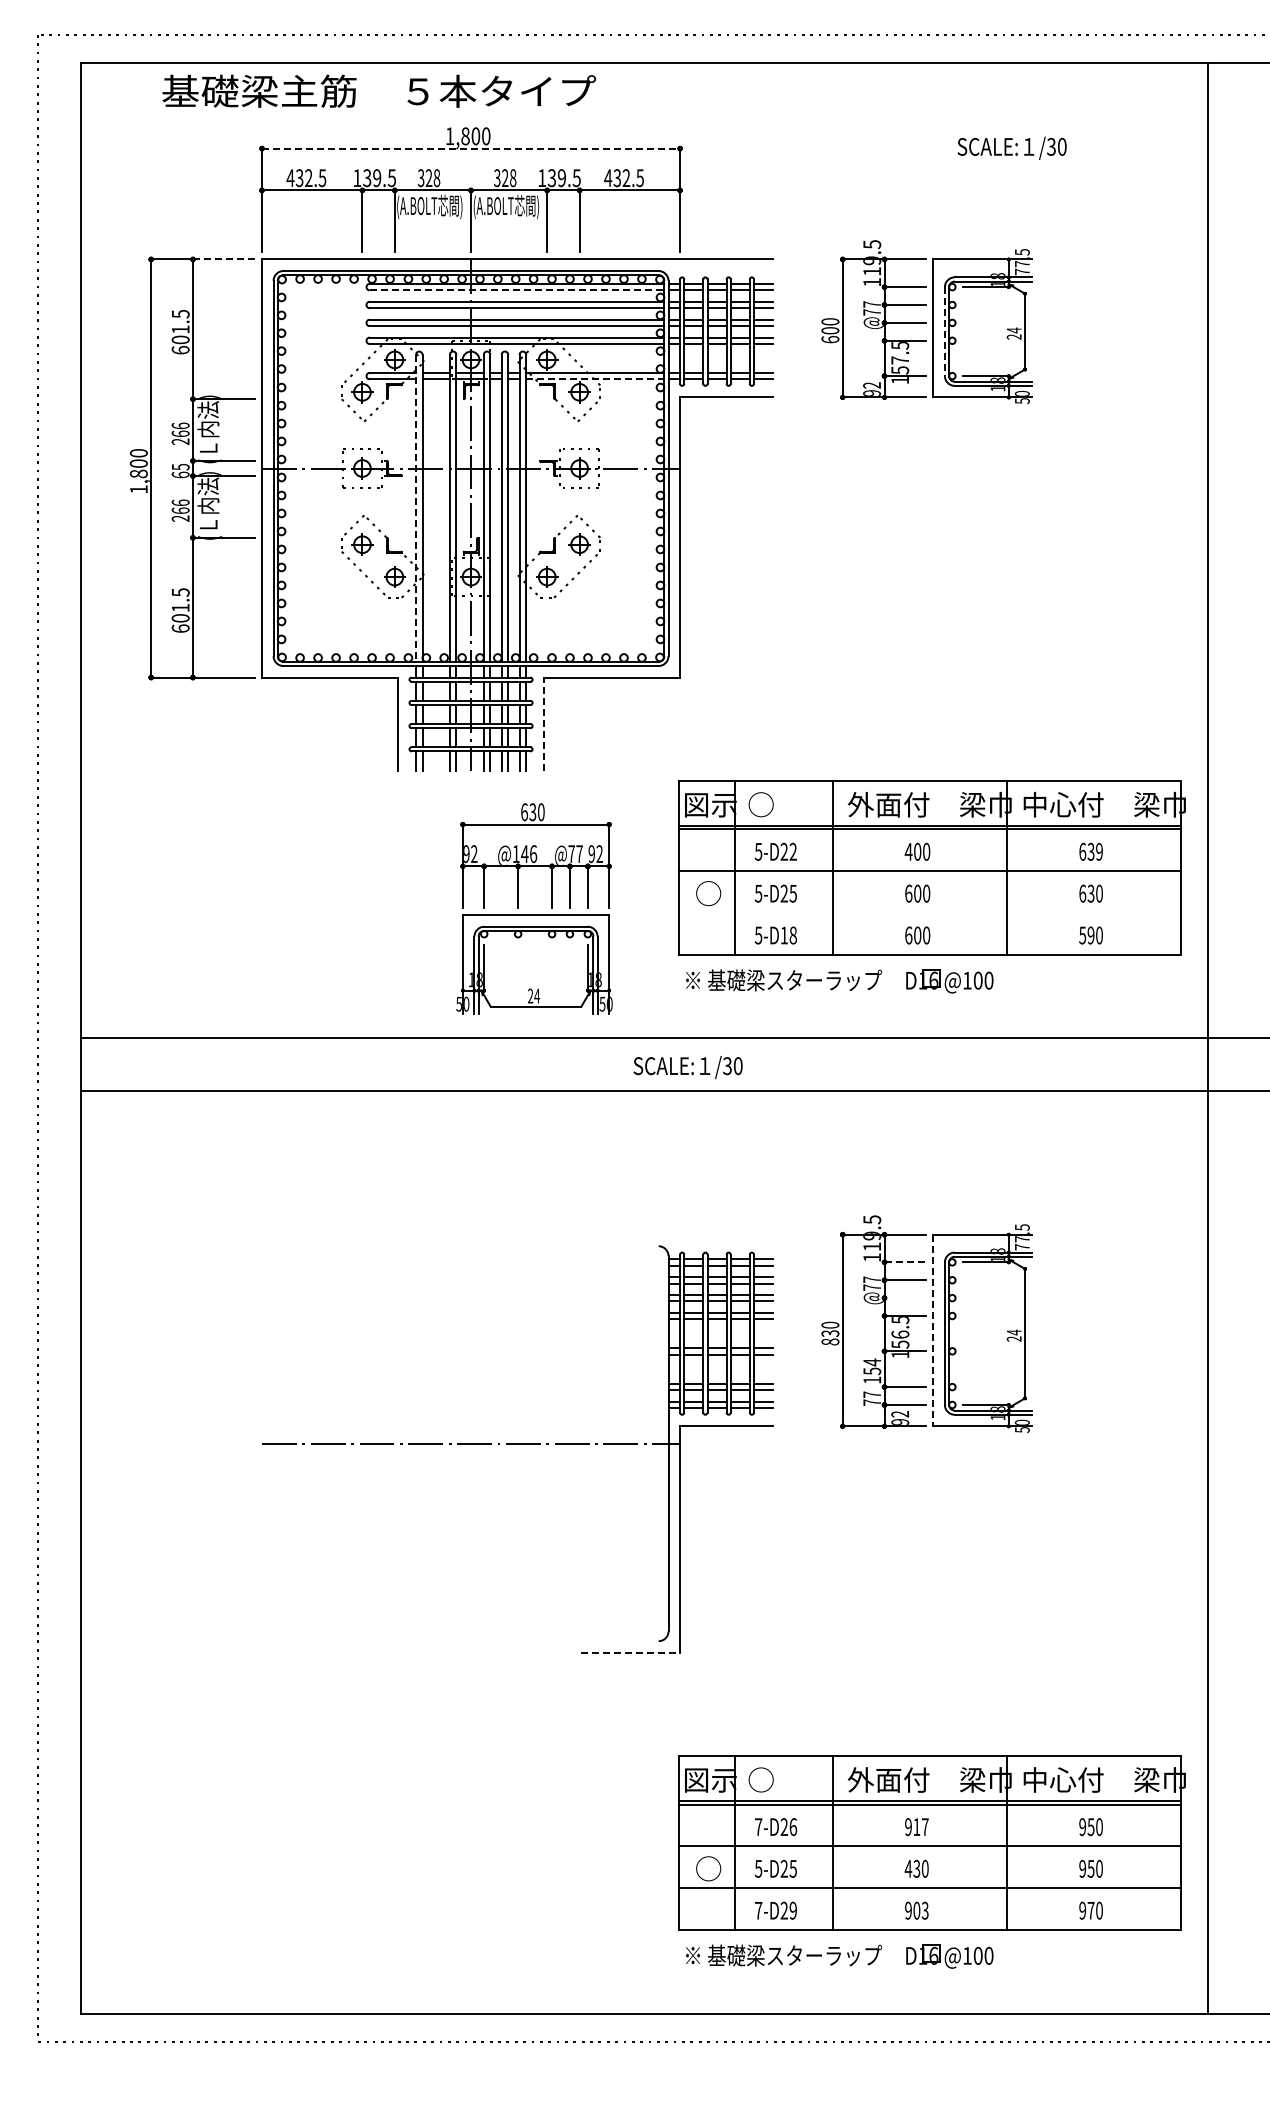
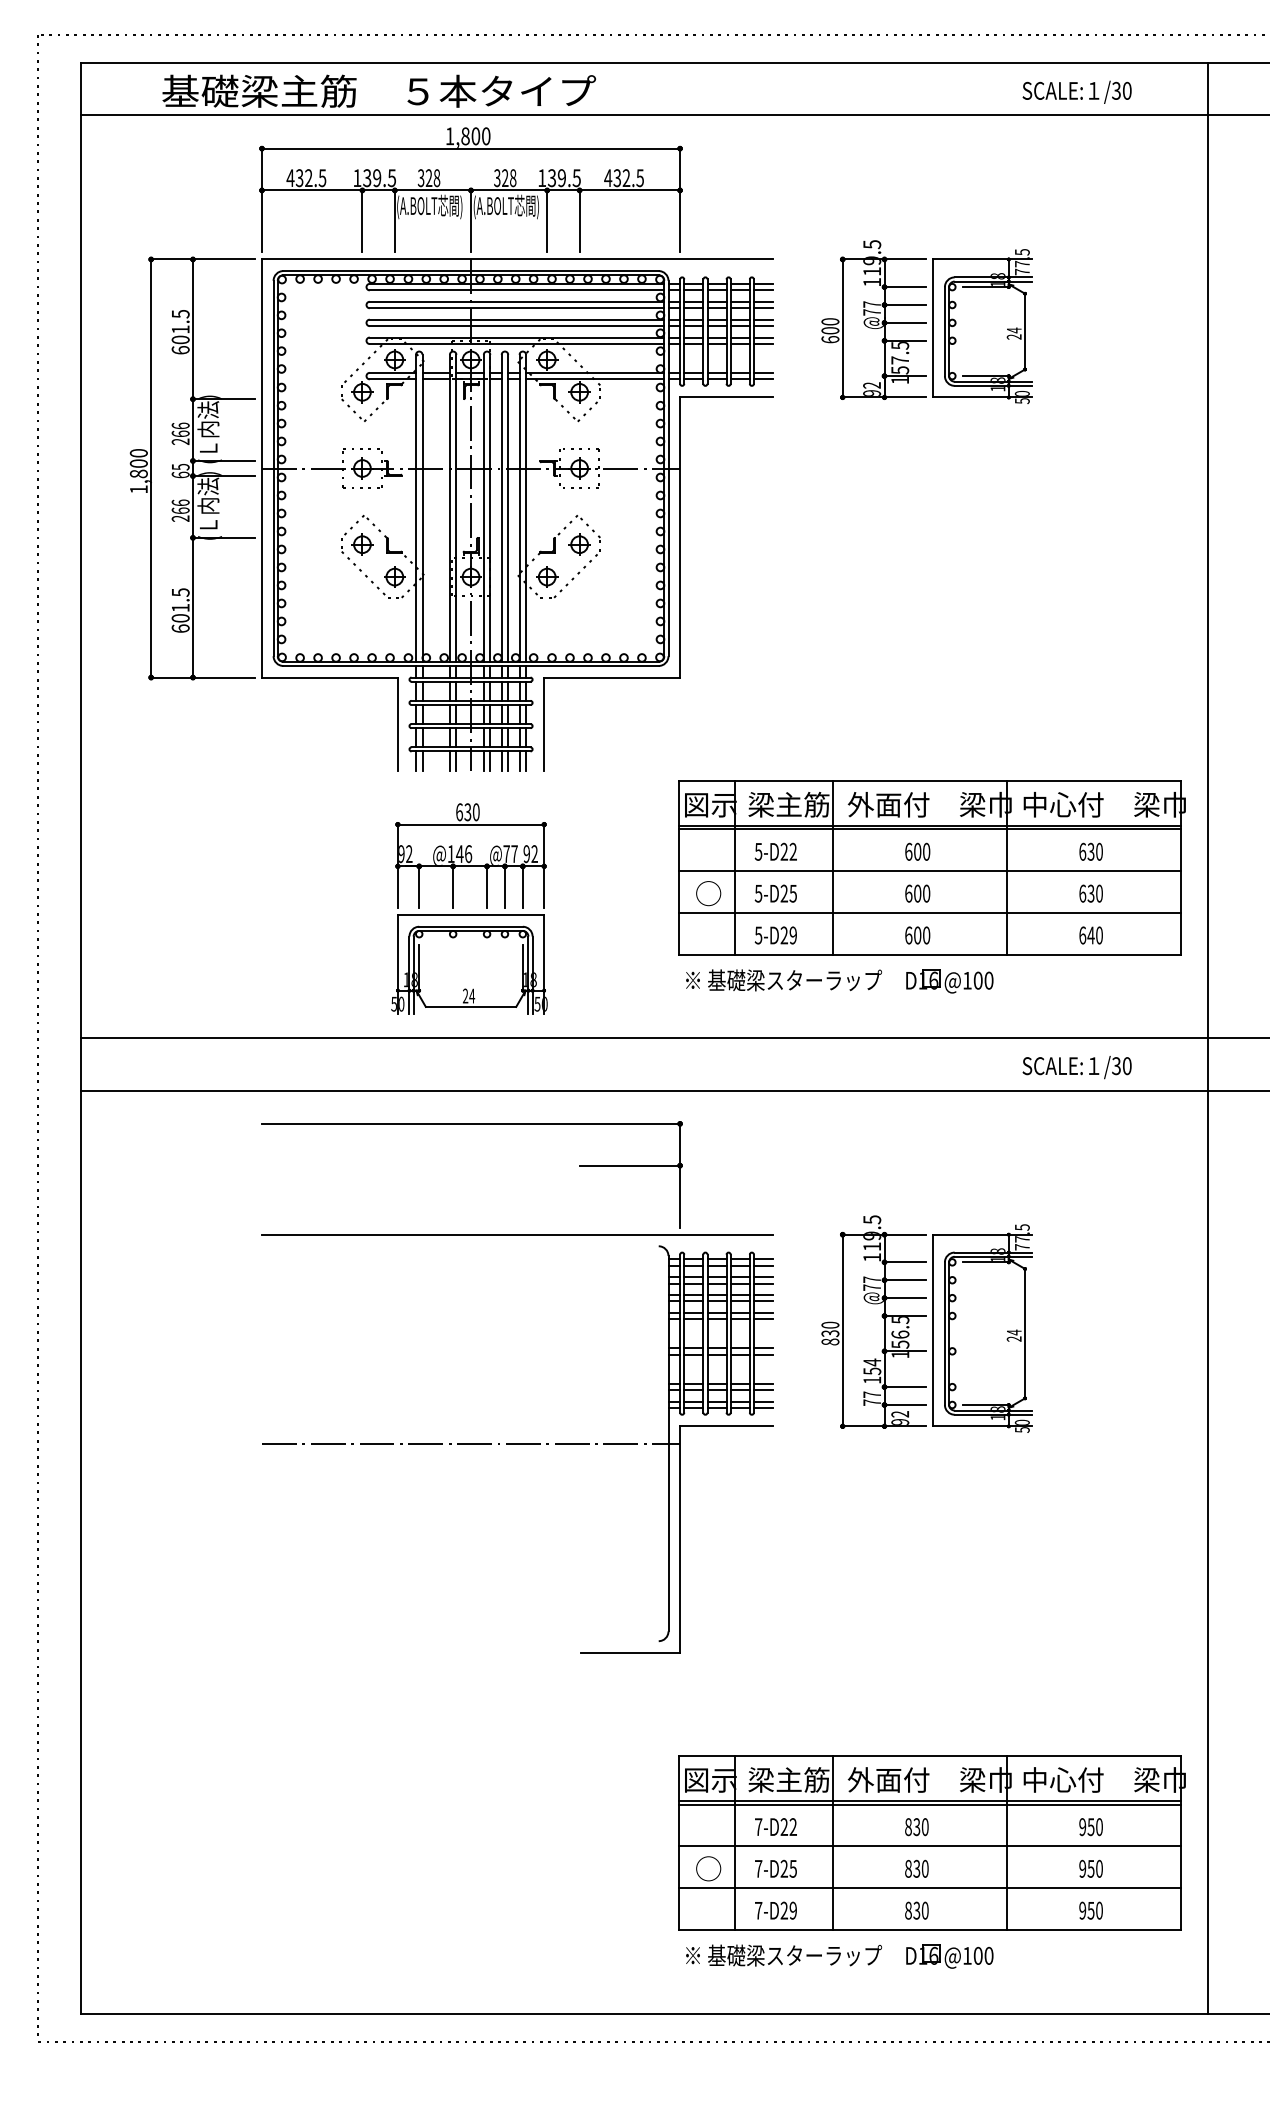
line at (673, 115): none -> present
text at (1011, 147) position: (1011, 147) -> (1076, 91)
line at (471, 148): dashed -> solid
line at (224, 259): dashed -> solid
line at (517, 290): dashed -> solid
line at (944, 332): dashed -> solid
line at (595, 379): dashed -> solid
line at (415, 508): dashed -> solid
line at (544, 723): dashed -> solid
text at (788, 804): ○ -> 梁主筋
text at (908, 851): 400 -> 600
text at (1099, 851): 639 -> 630
part at (534, 908) position: (534, 908) -> (469, 908)
line at (930, 912): none -> present
text at (788, 935): 5-D18 -> 5-D29
text at (1086, 935): 590 -> 640
text at (687, 1067) position: (687, 1067) -> (1076, 1067)
part at (517, 1124): none -> present
line at (905, 1262): dashed -> solid
line at (905, 1298): none -> present
line at (933, 1330): dashed -> solid
line at (630, 1652): dashed -> solid
text at (788, 1779): ○ -> 梁主筋
text at (793, 1827): 7-D26 -> 7-D22
text at (916, 1827): 917 -> 830
text at (758, 1868): 5-D25 -> 7-D25
text at (908, 1868): 430 -> 830
text at (916, 1910): 903 -> 830
text at (1090, 1910): 970 -> 950
